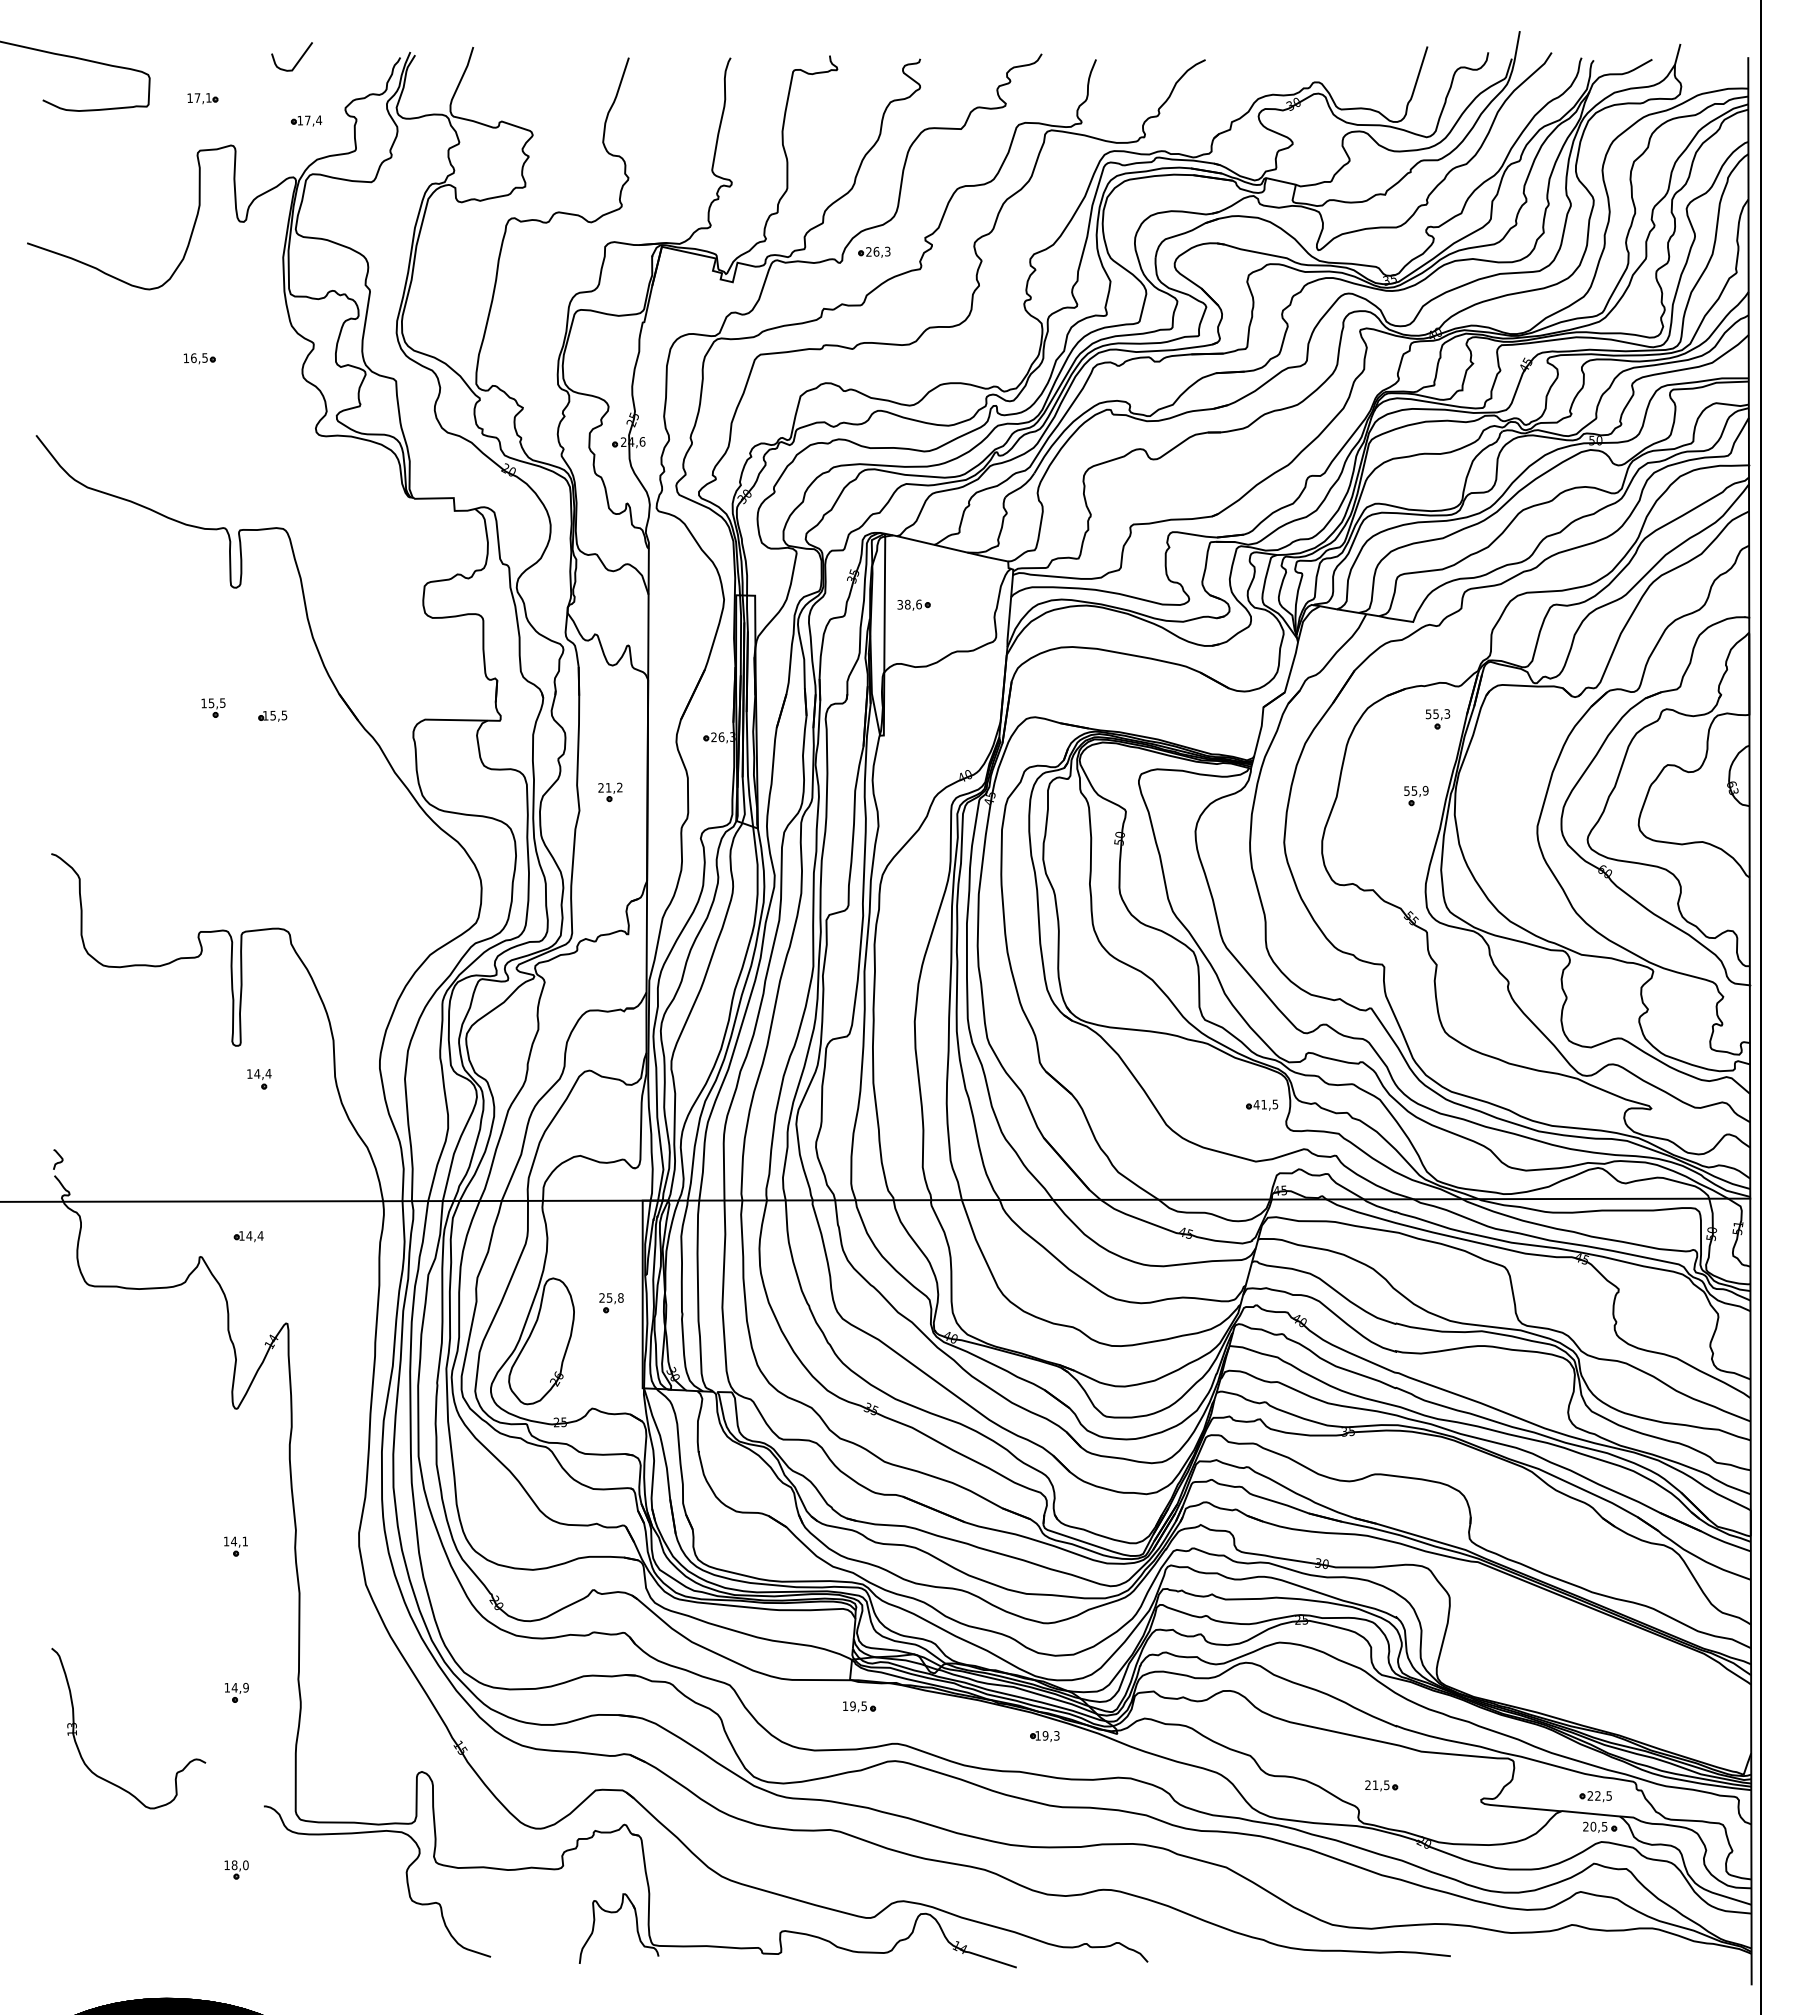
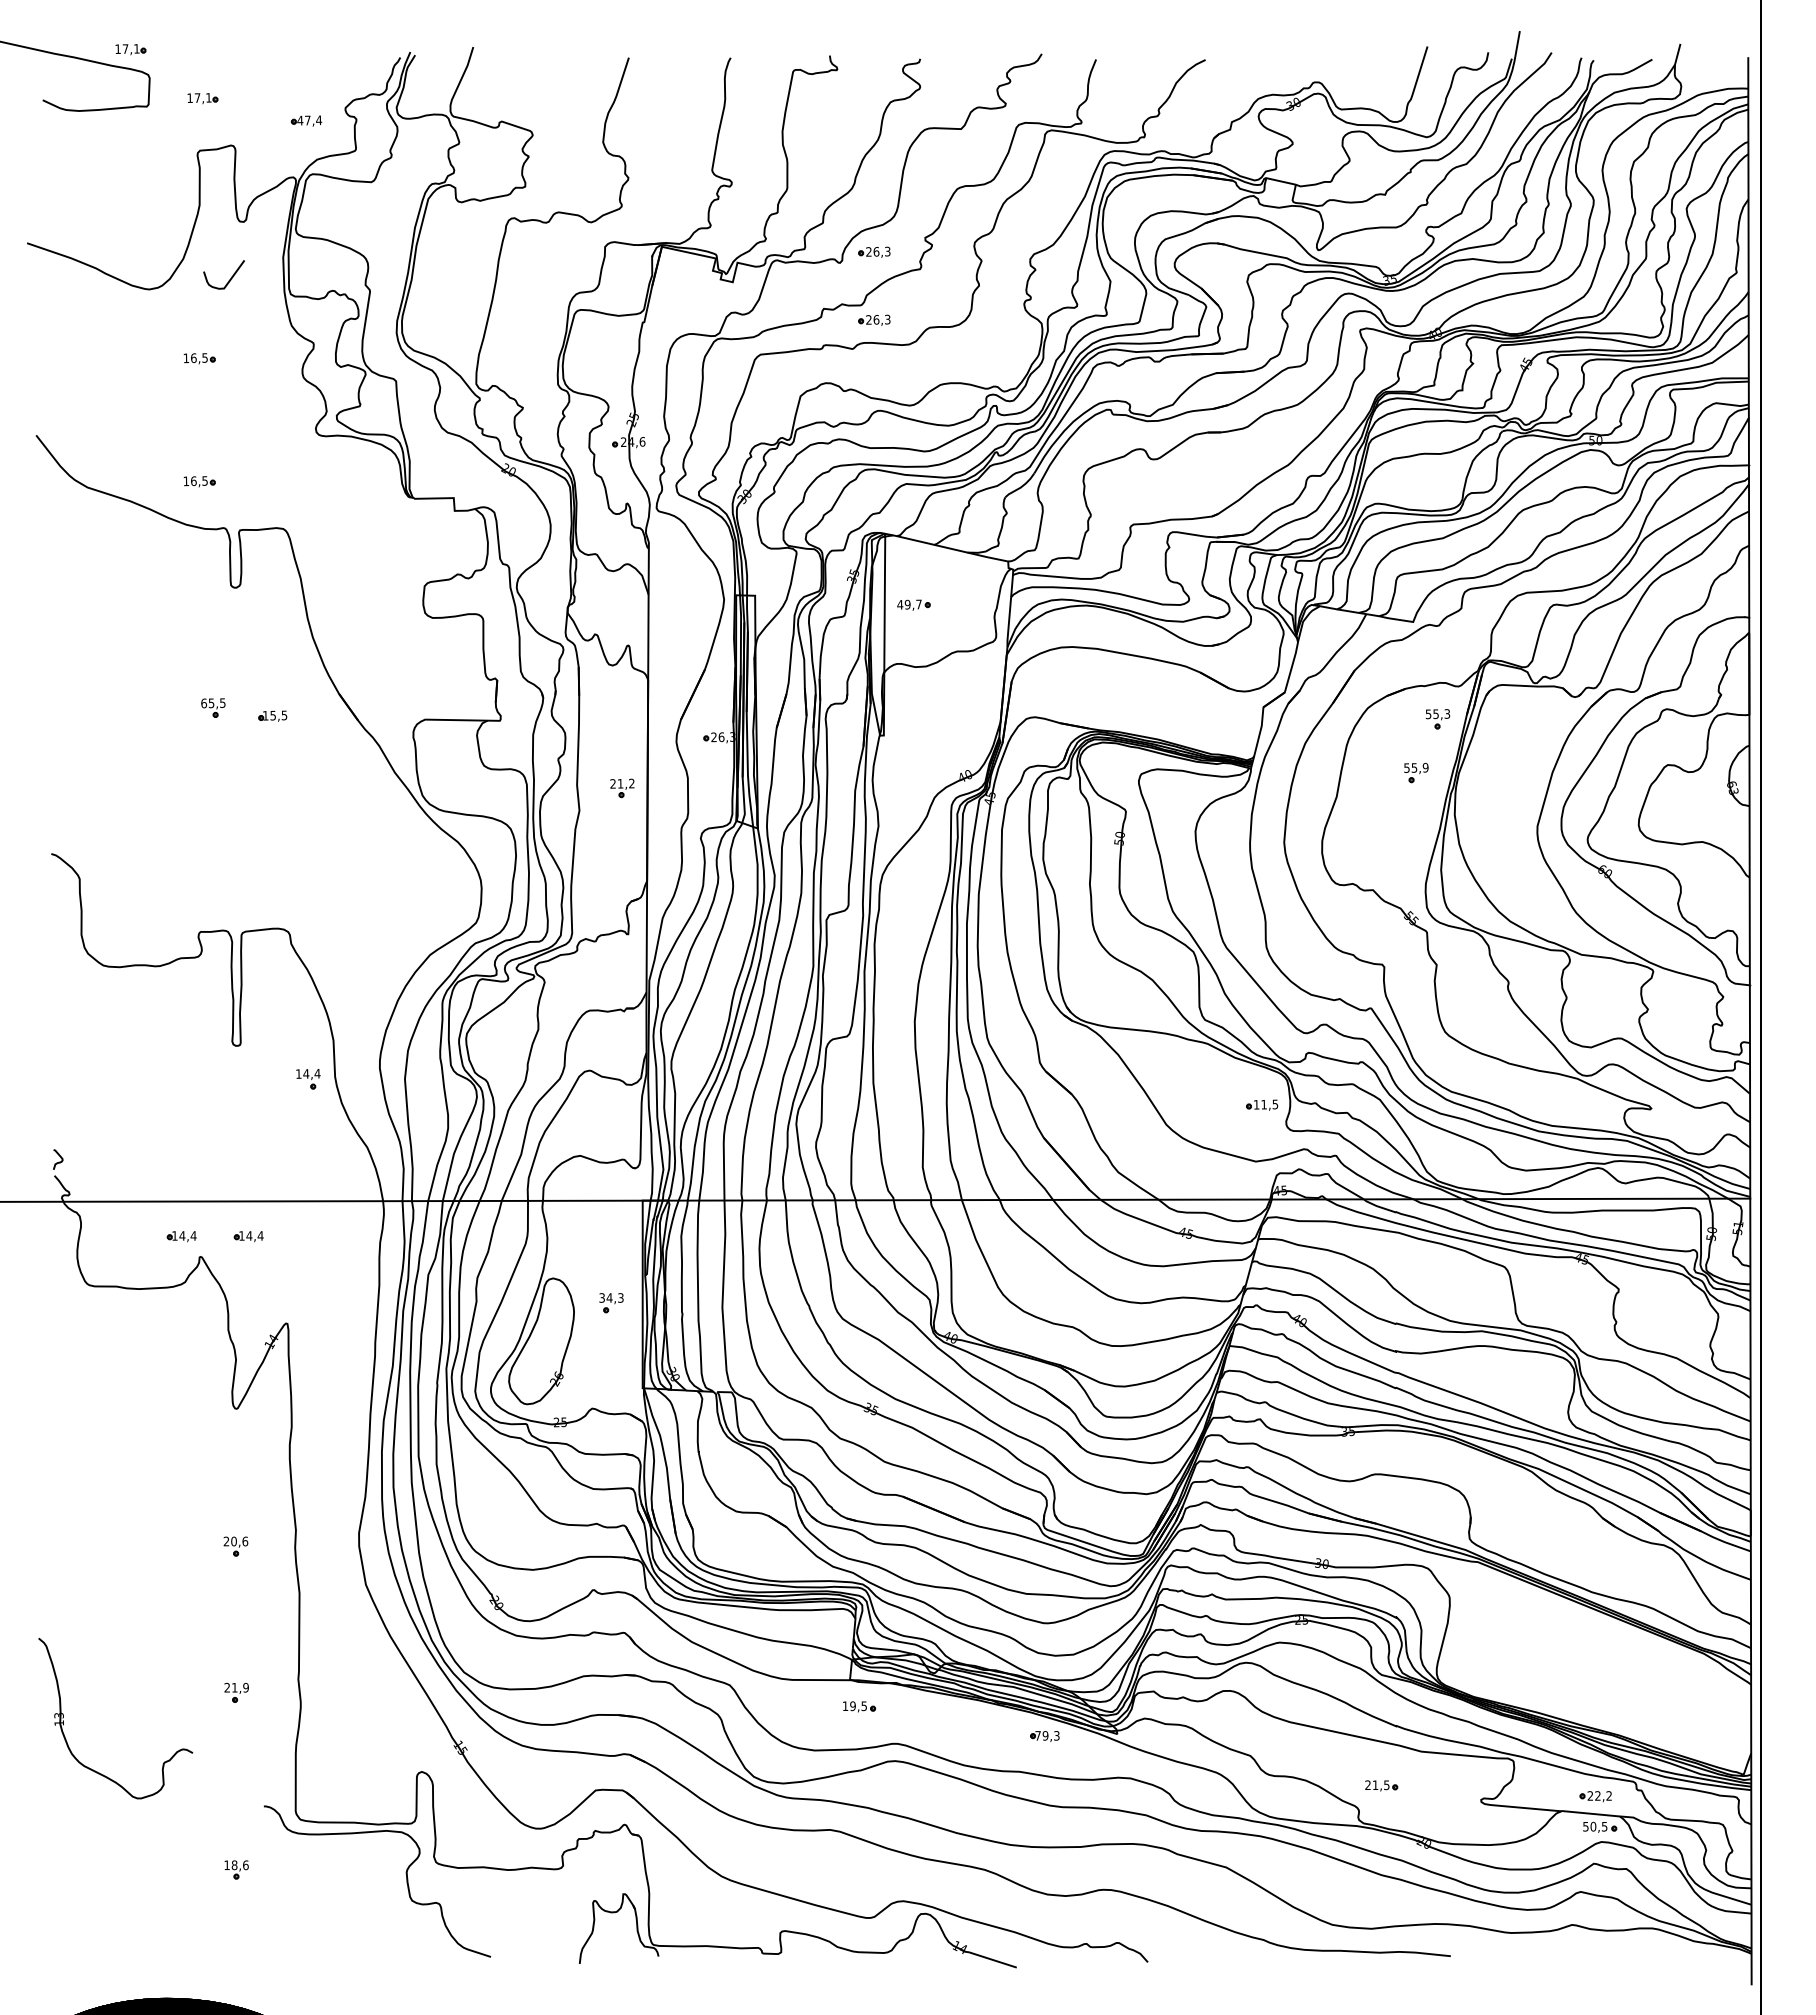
part at (130, 49): none -> present
curve at (297, 61) position: (297, 61) -> (229, 279)
text at (300, 120): 17,4 -> 47,4
part at (874, 319): none -> present
part at (199, 481): none -> present
text at (909, 604): 38,6 -> 49,7
text at (204, 703): 15,5 -> 65,5
part at (610, 792) position: (610, 792) -> (622, 788)
part at (1416, 795) position: (1416, 795) -> (1416, 772)
part at (259, 1079) position: (259, 1079) -> (308, 1079)
text at (1256, 1104): 41,5 -> 11,5
part at (181, 1236): none -> present
text at (611, 1297): 25,8 -> 34,3
text at (235, 1541): 14,1 -> 20,6
text at (230, 1687): 14,9 -> 21,9
part at (76, 1728) position: (76, 1728) -> (63, 1718)
text at (1037, 1735): 19,3 -> 79,3
text at (1608, 1795): 22,5 -> 22,2
text at (1585, 1826): 20,5 -> 50,5
text at (245, 1864): 18,0 -> 18,6
